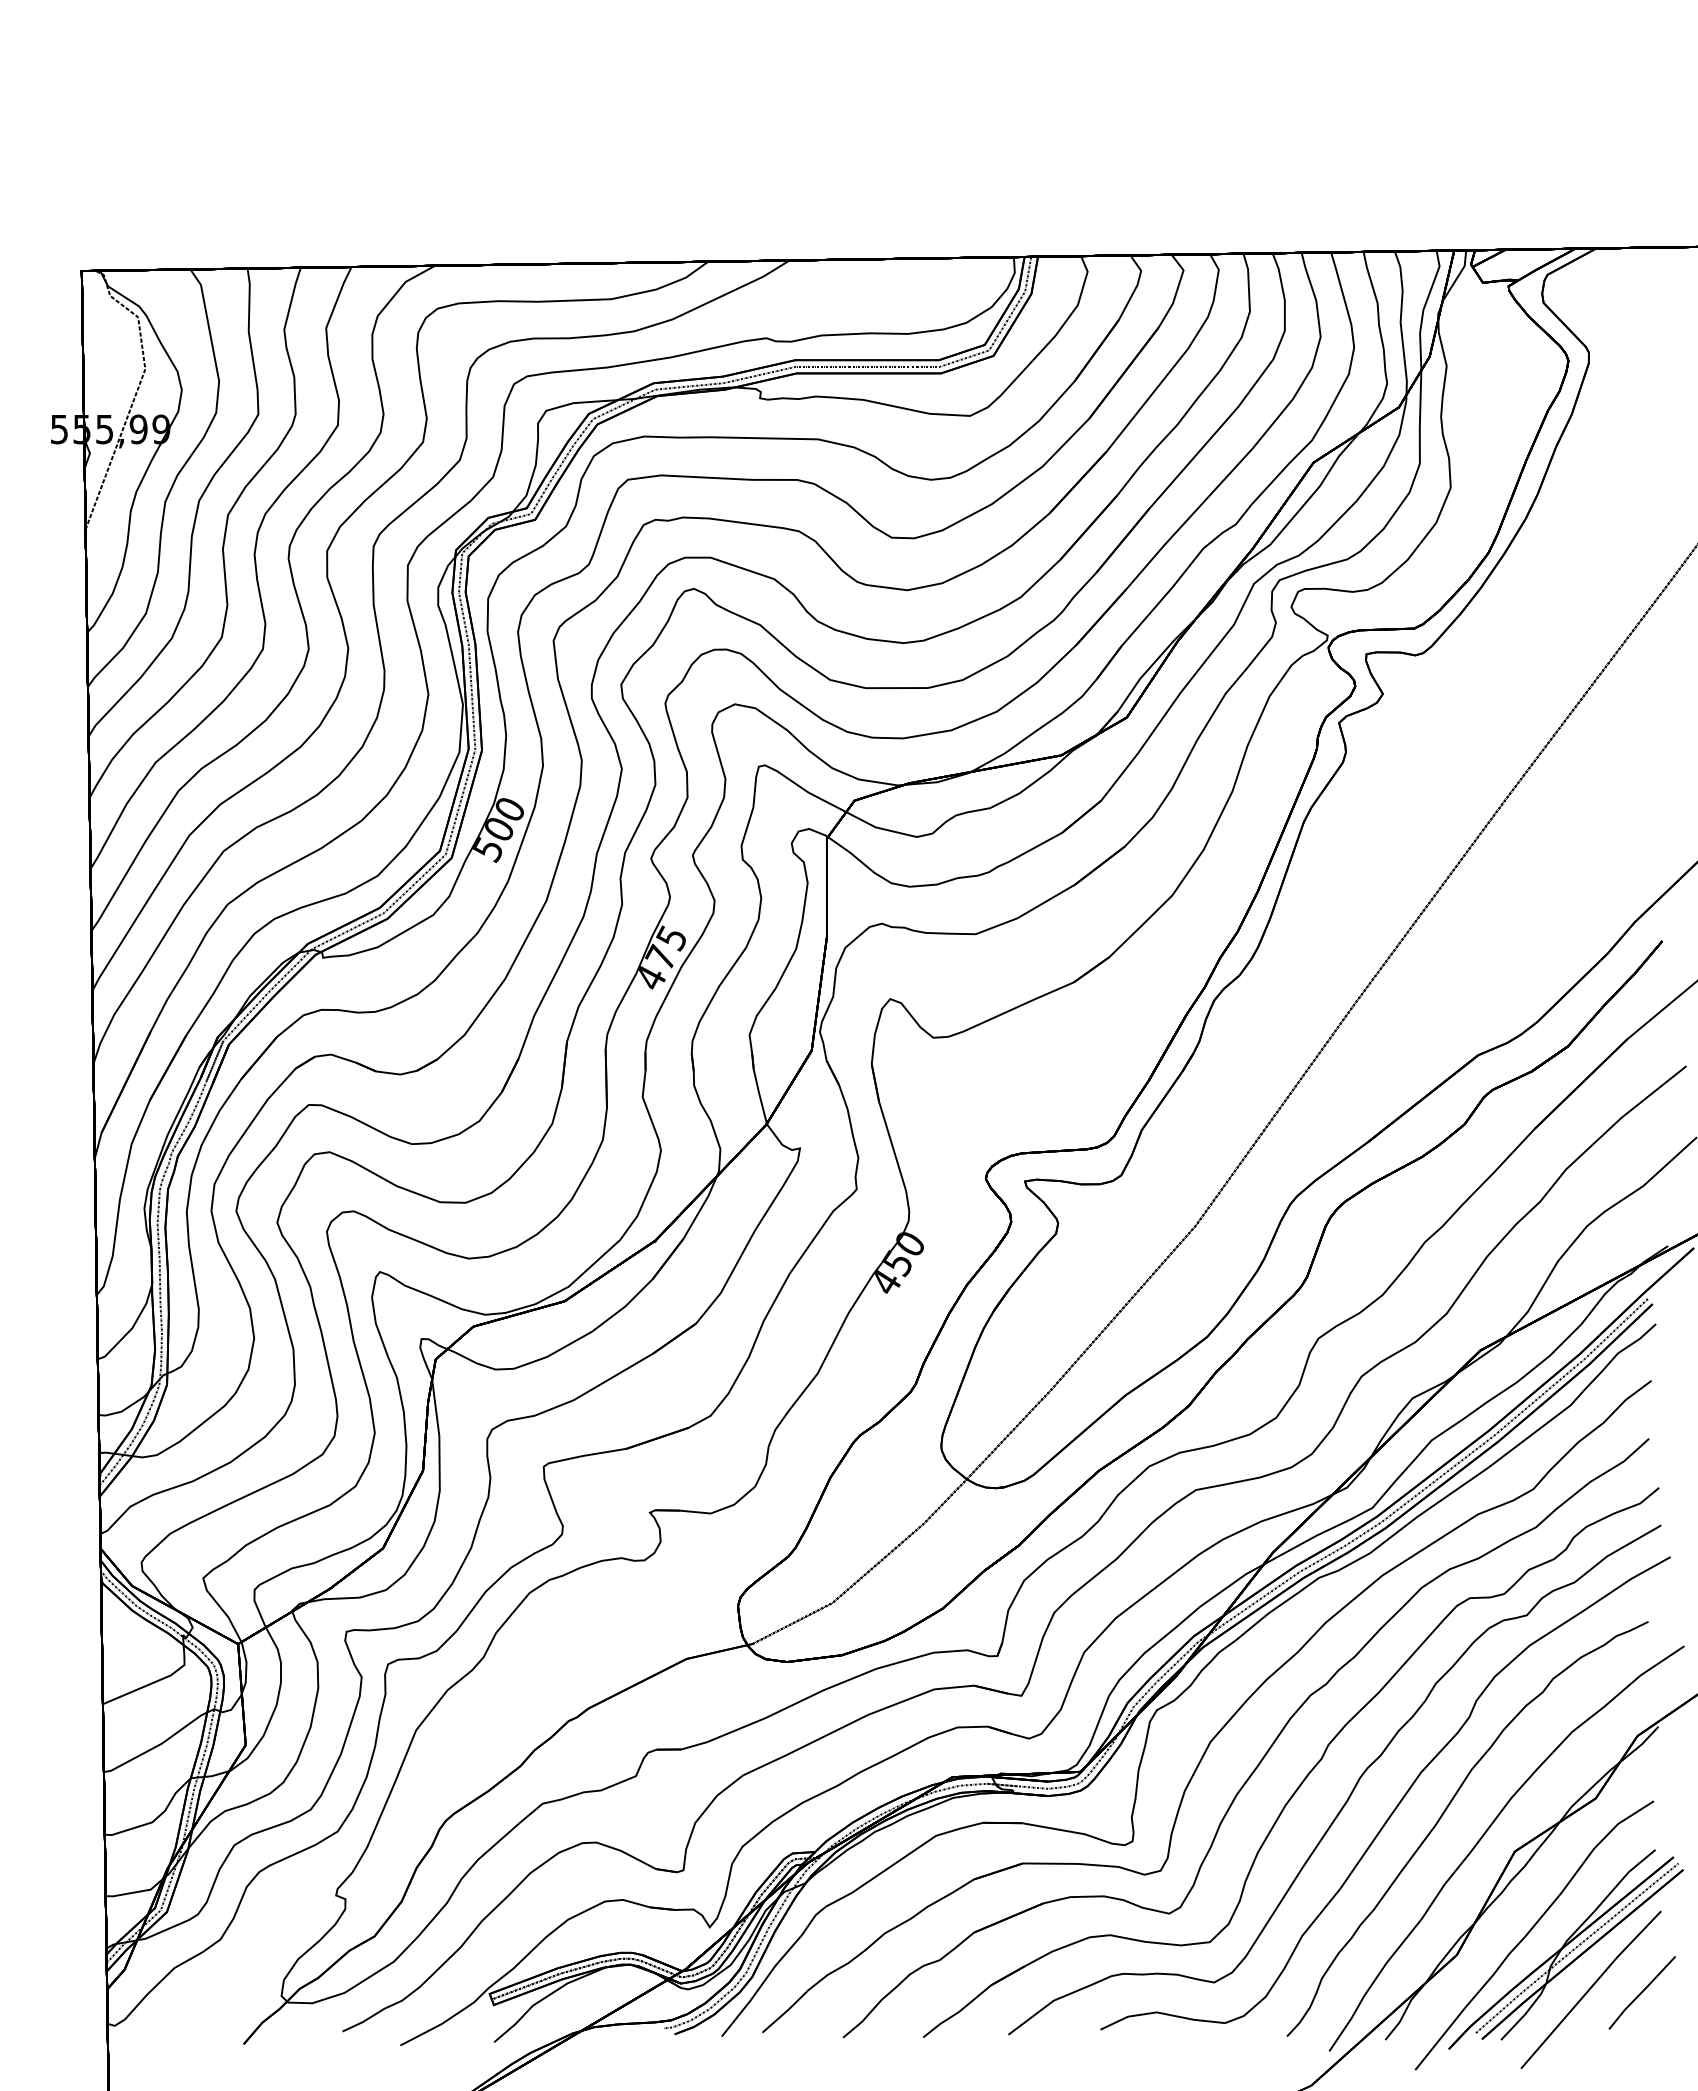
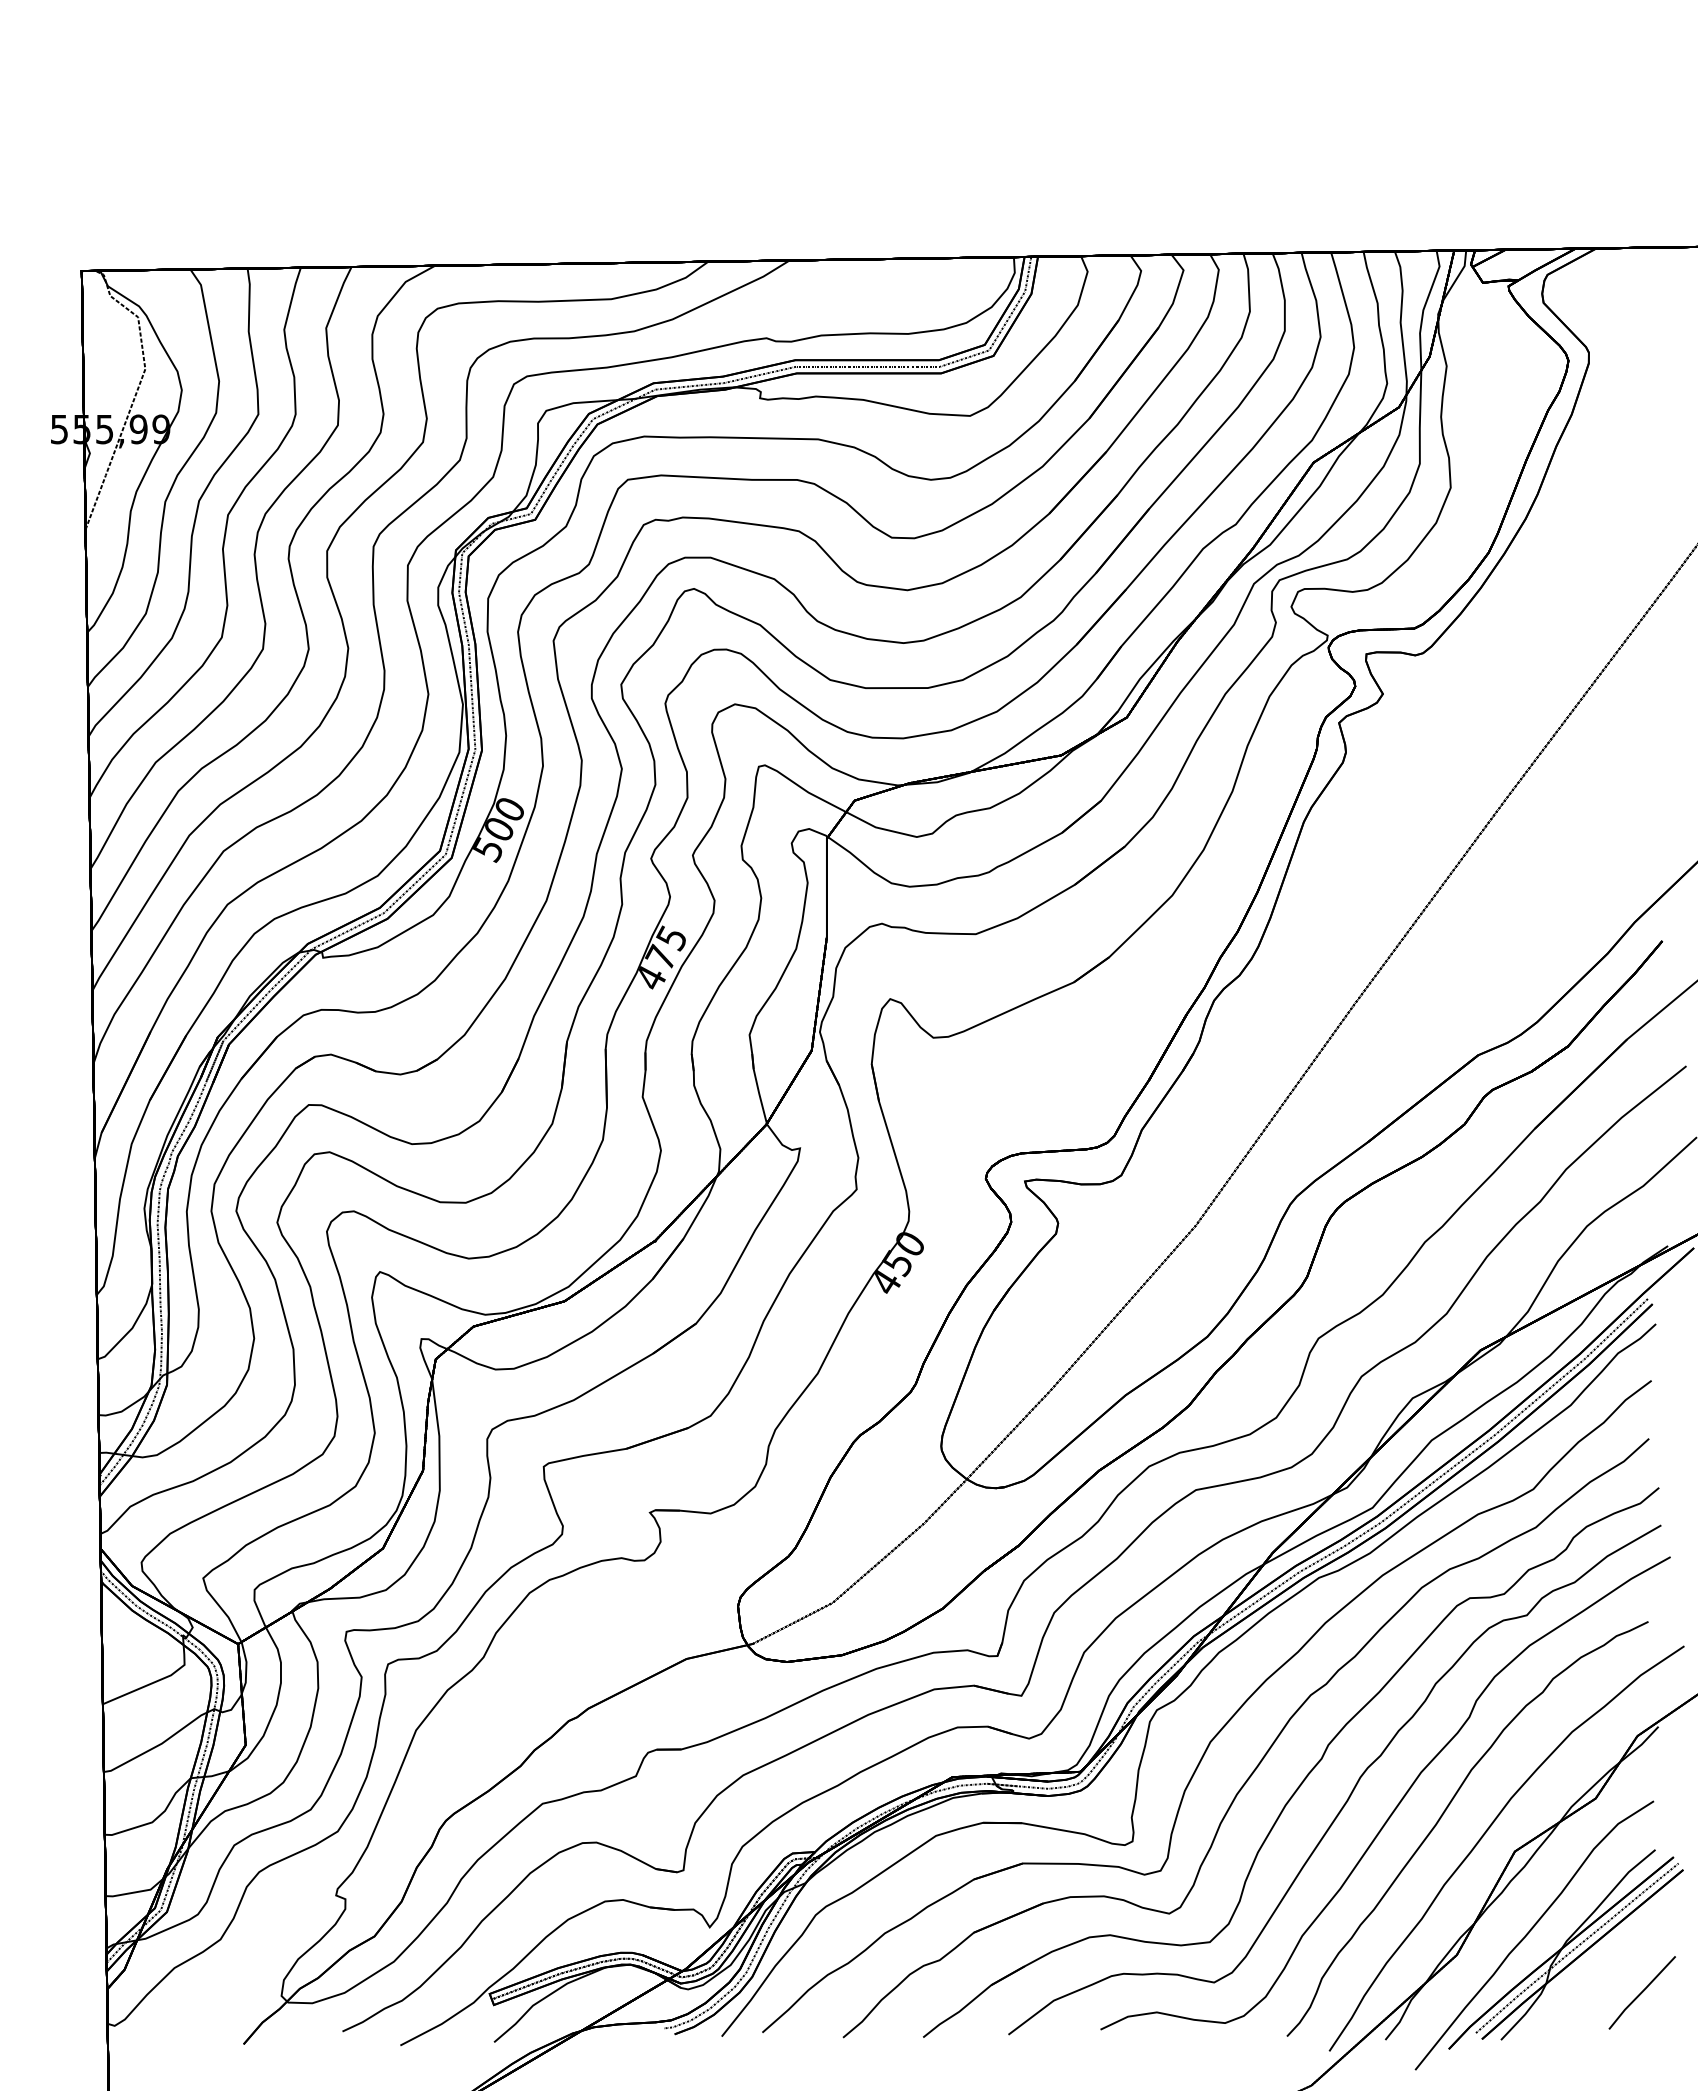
line at (1590, 1989): present -> none
